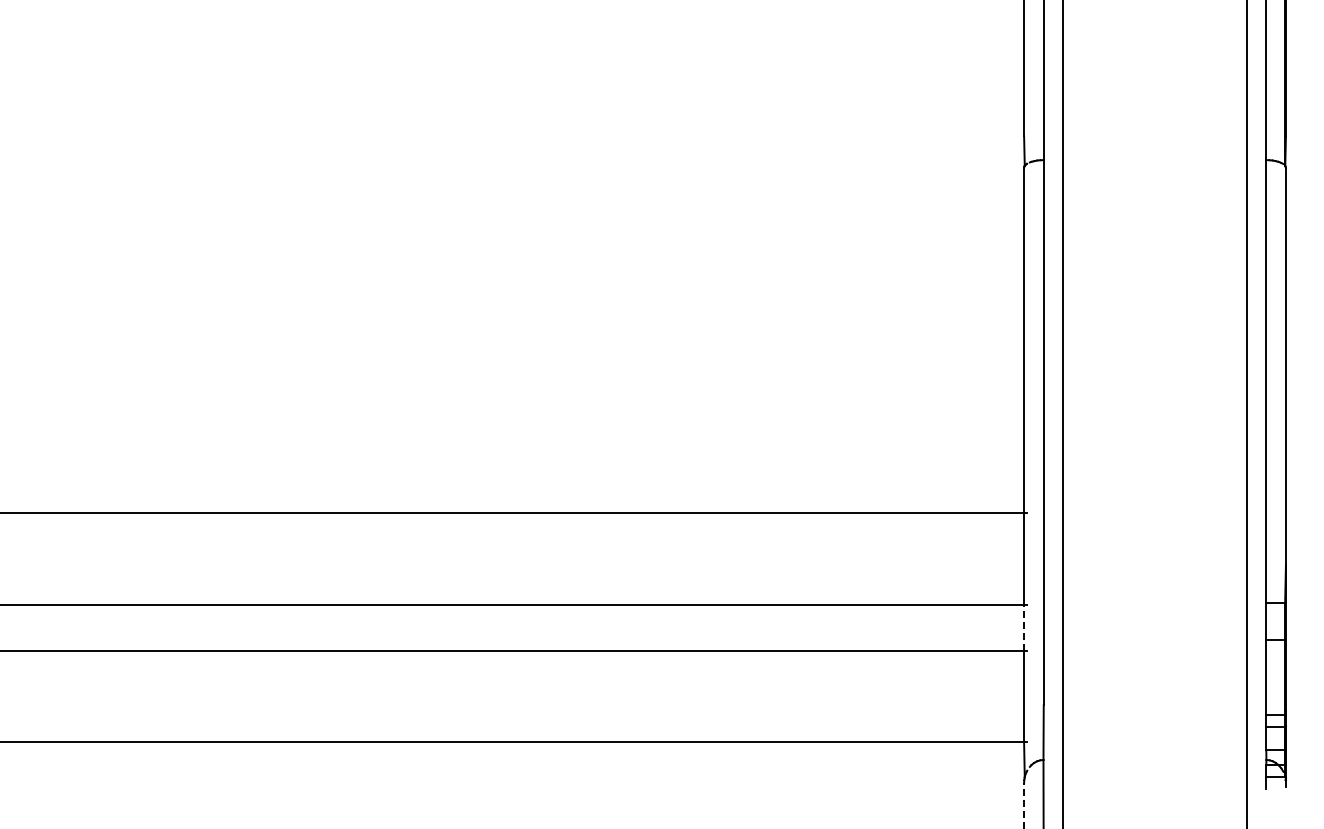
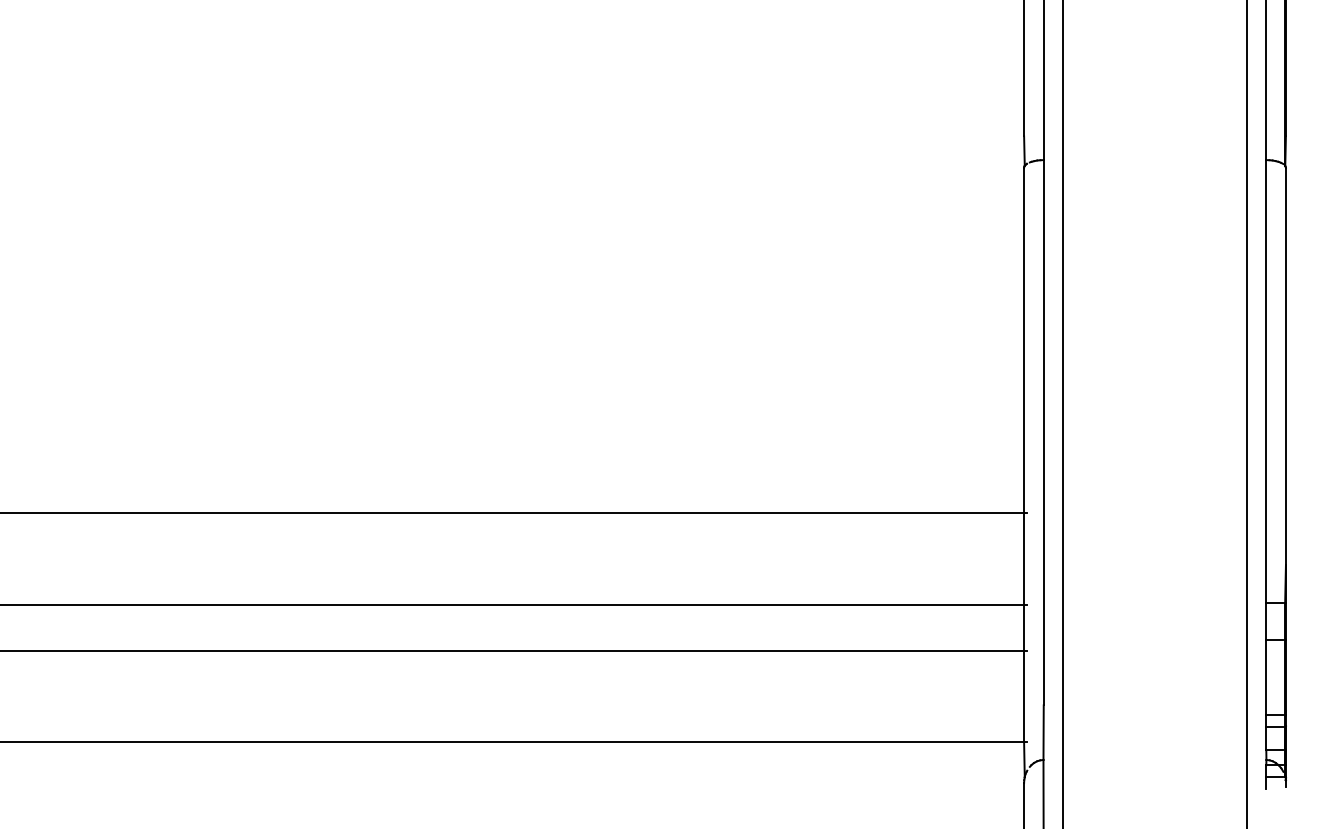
line at (1024, 627): dashed -> solid
line at (1024, 805): dashed -> solid
